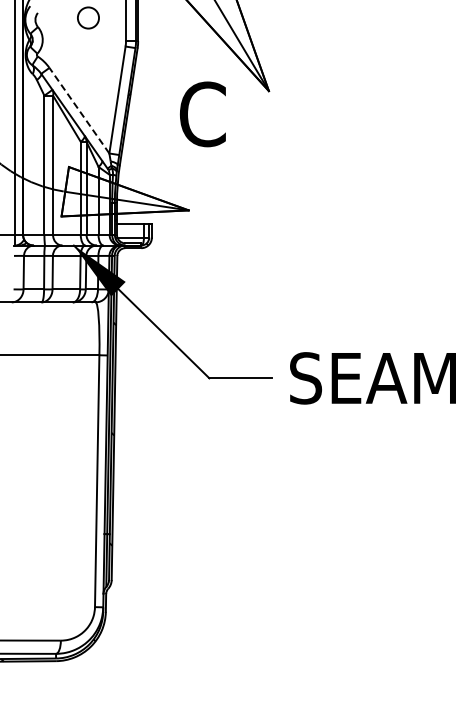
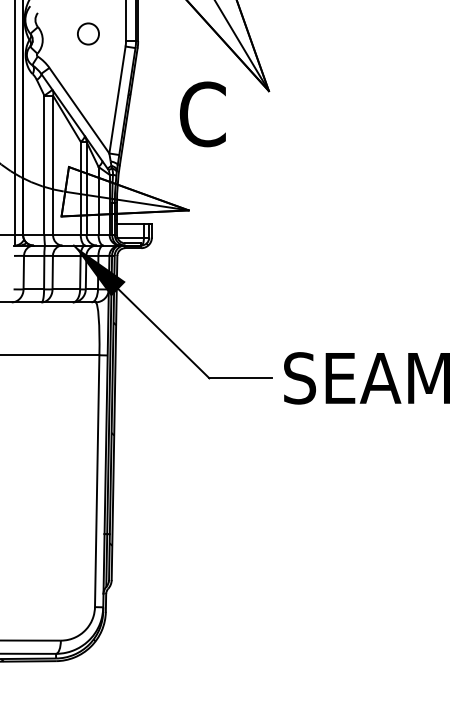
circle at (88, 17) position: (88, 17) -> (88, 33)
line at (79, 110): dashed -> solid
text at (372, 378) position: (372, 378) -> (366, 378)
